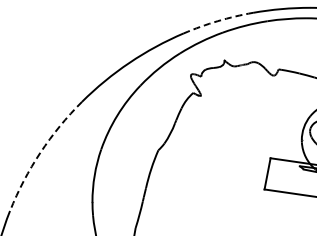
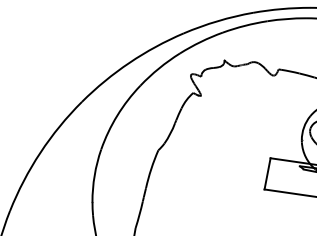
arc at (217, 21): dashed -> solid
arc at (40, 152): dashed -> solid
